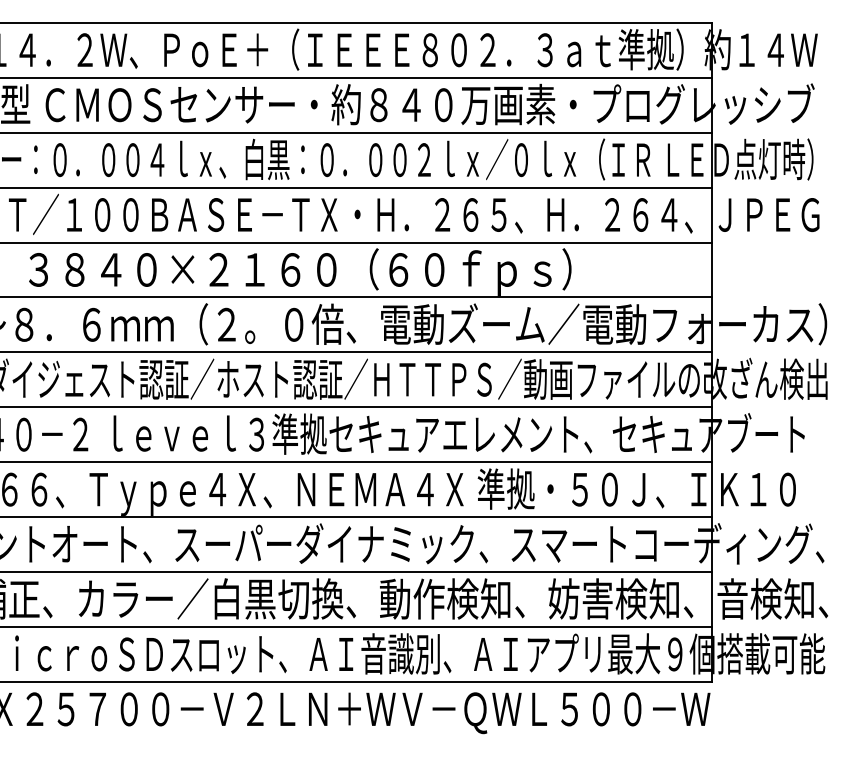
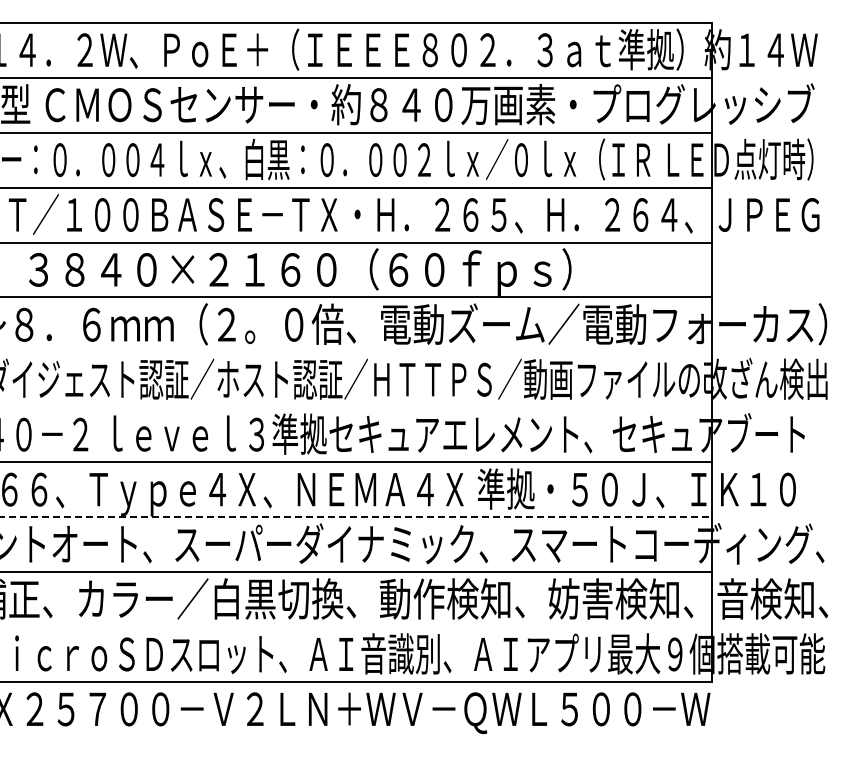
line at (356, 352): present -> none
line at (356, 407): present -> none
line at (356, 517): solid -> dashed
line at (356, 627): present -> none
